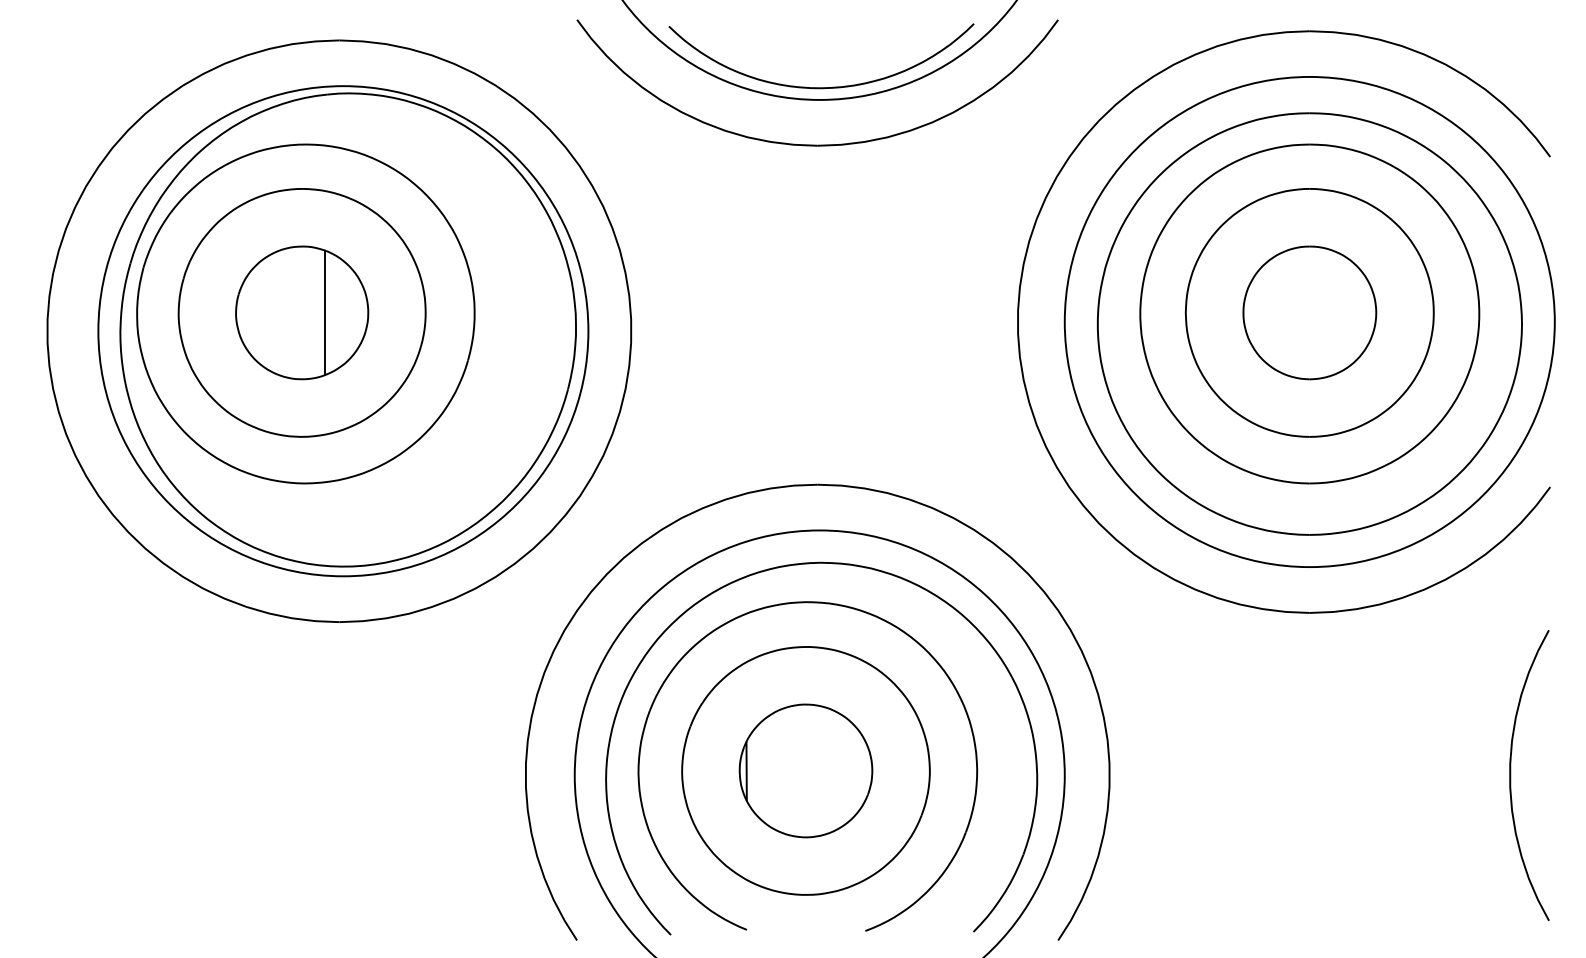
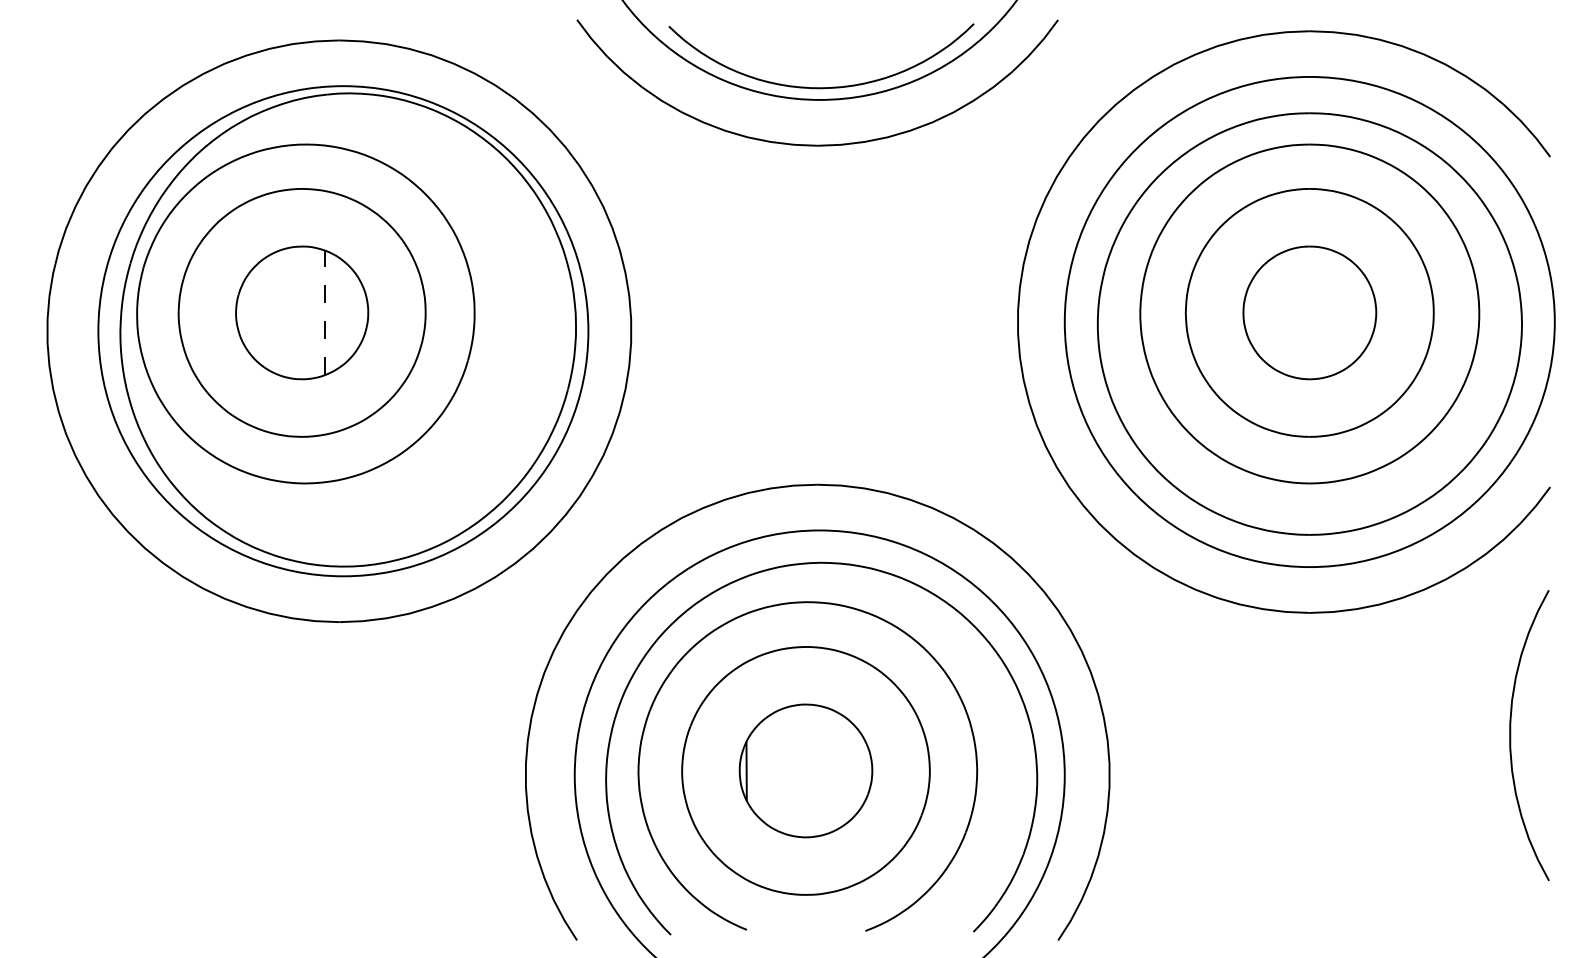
line at (325, 312): solid -> dashed
curve at (1511, 775) position: (1511, 775) -> (1511, 735)
